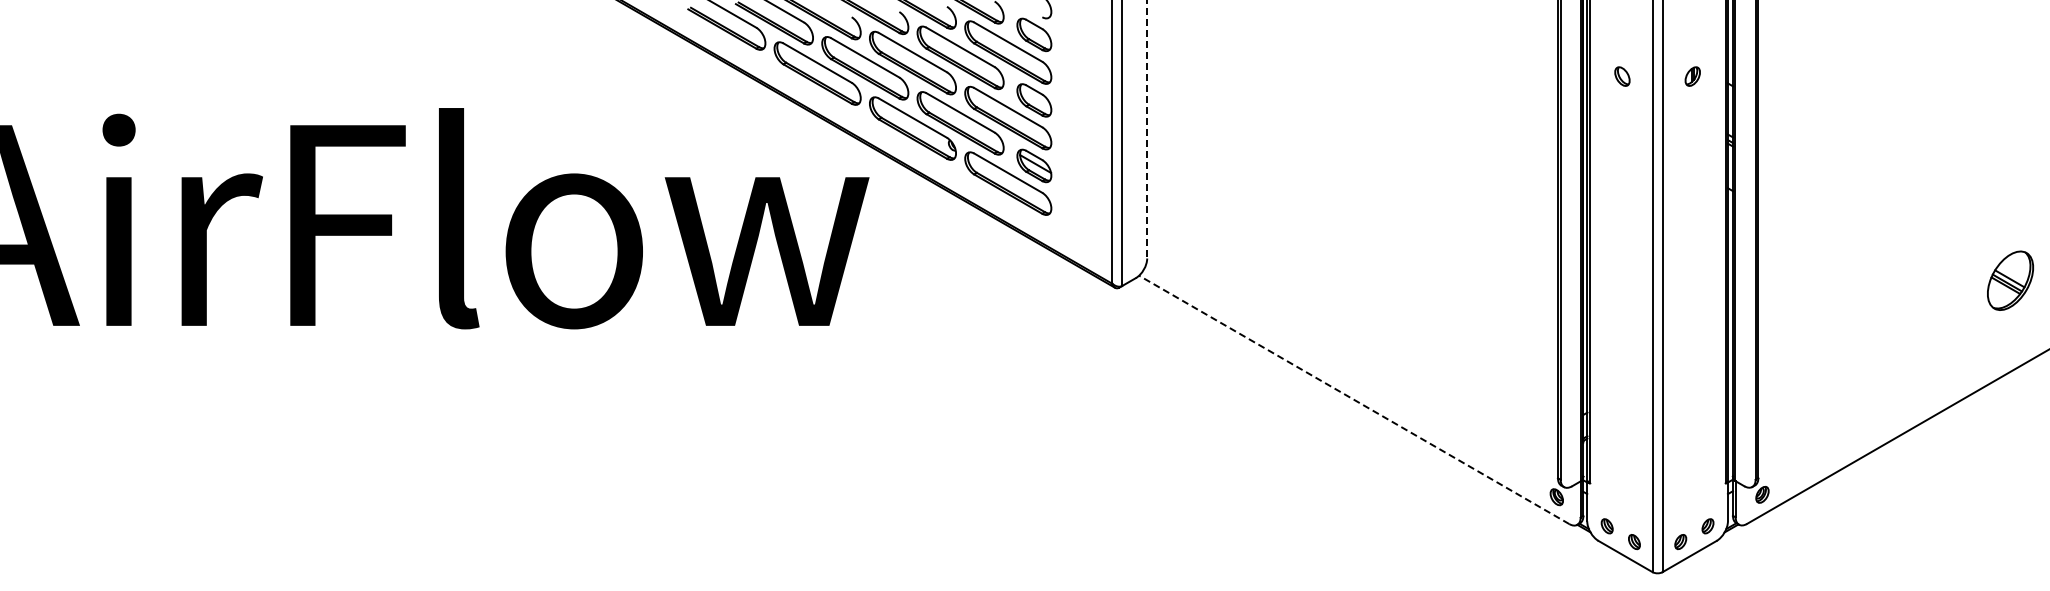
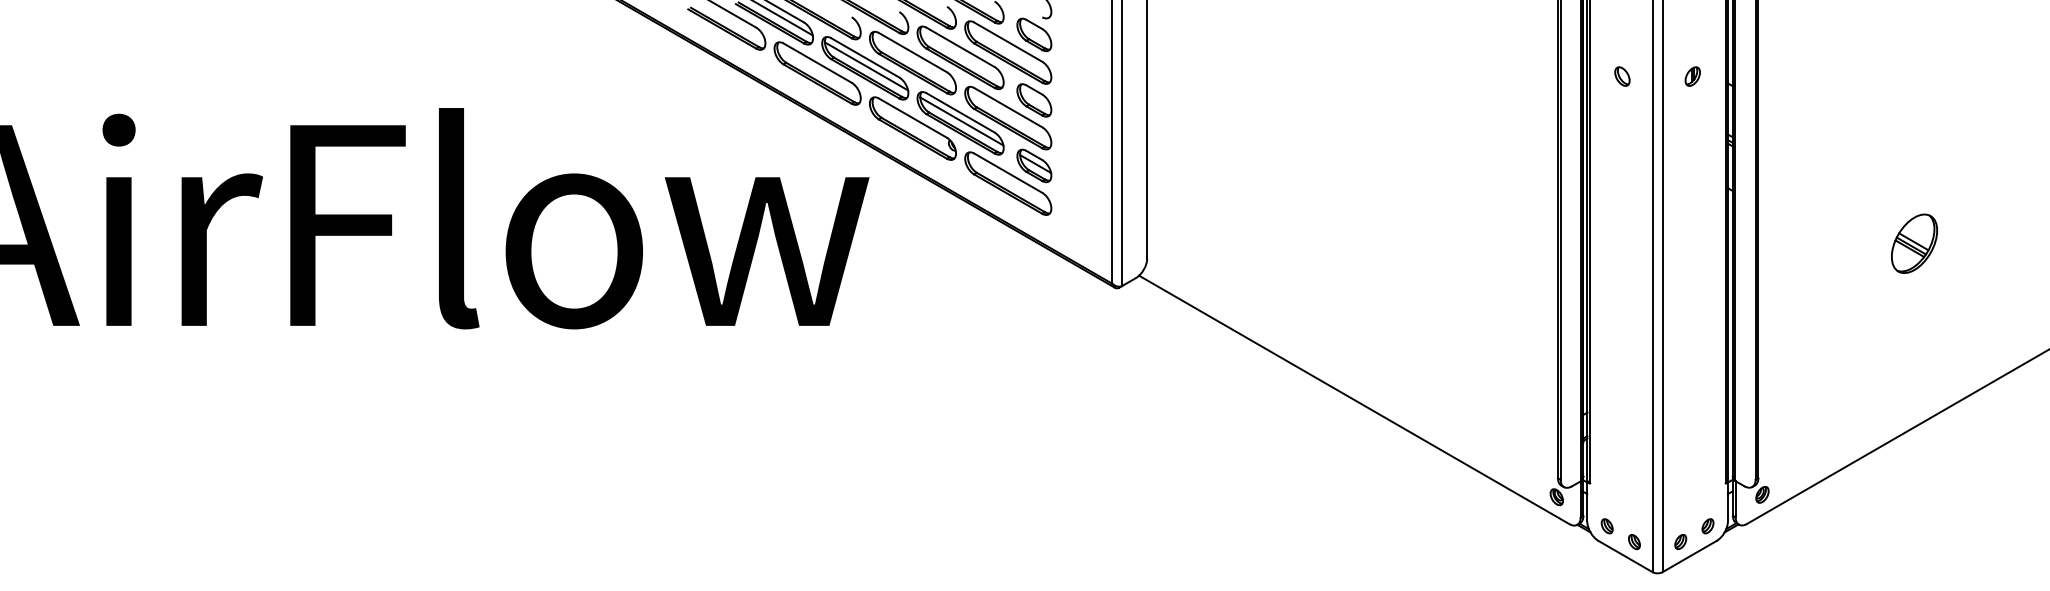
line at (783, 18): none -> present
line at (866, 66): none -> present
line at (961, 121): none -> present
line at (1147, 129): dashed -> solid
part at (2010, 280) position: (2010, 280) -> (1914, 243)
line at (1353, 399): dashed -> solid
